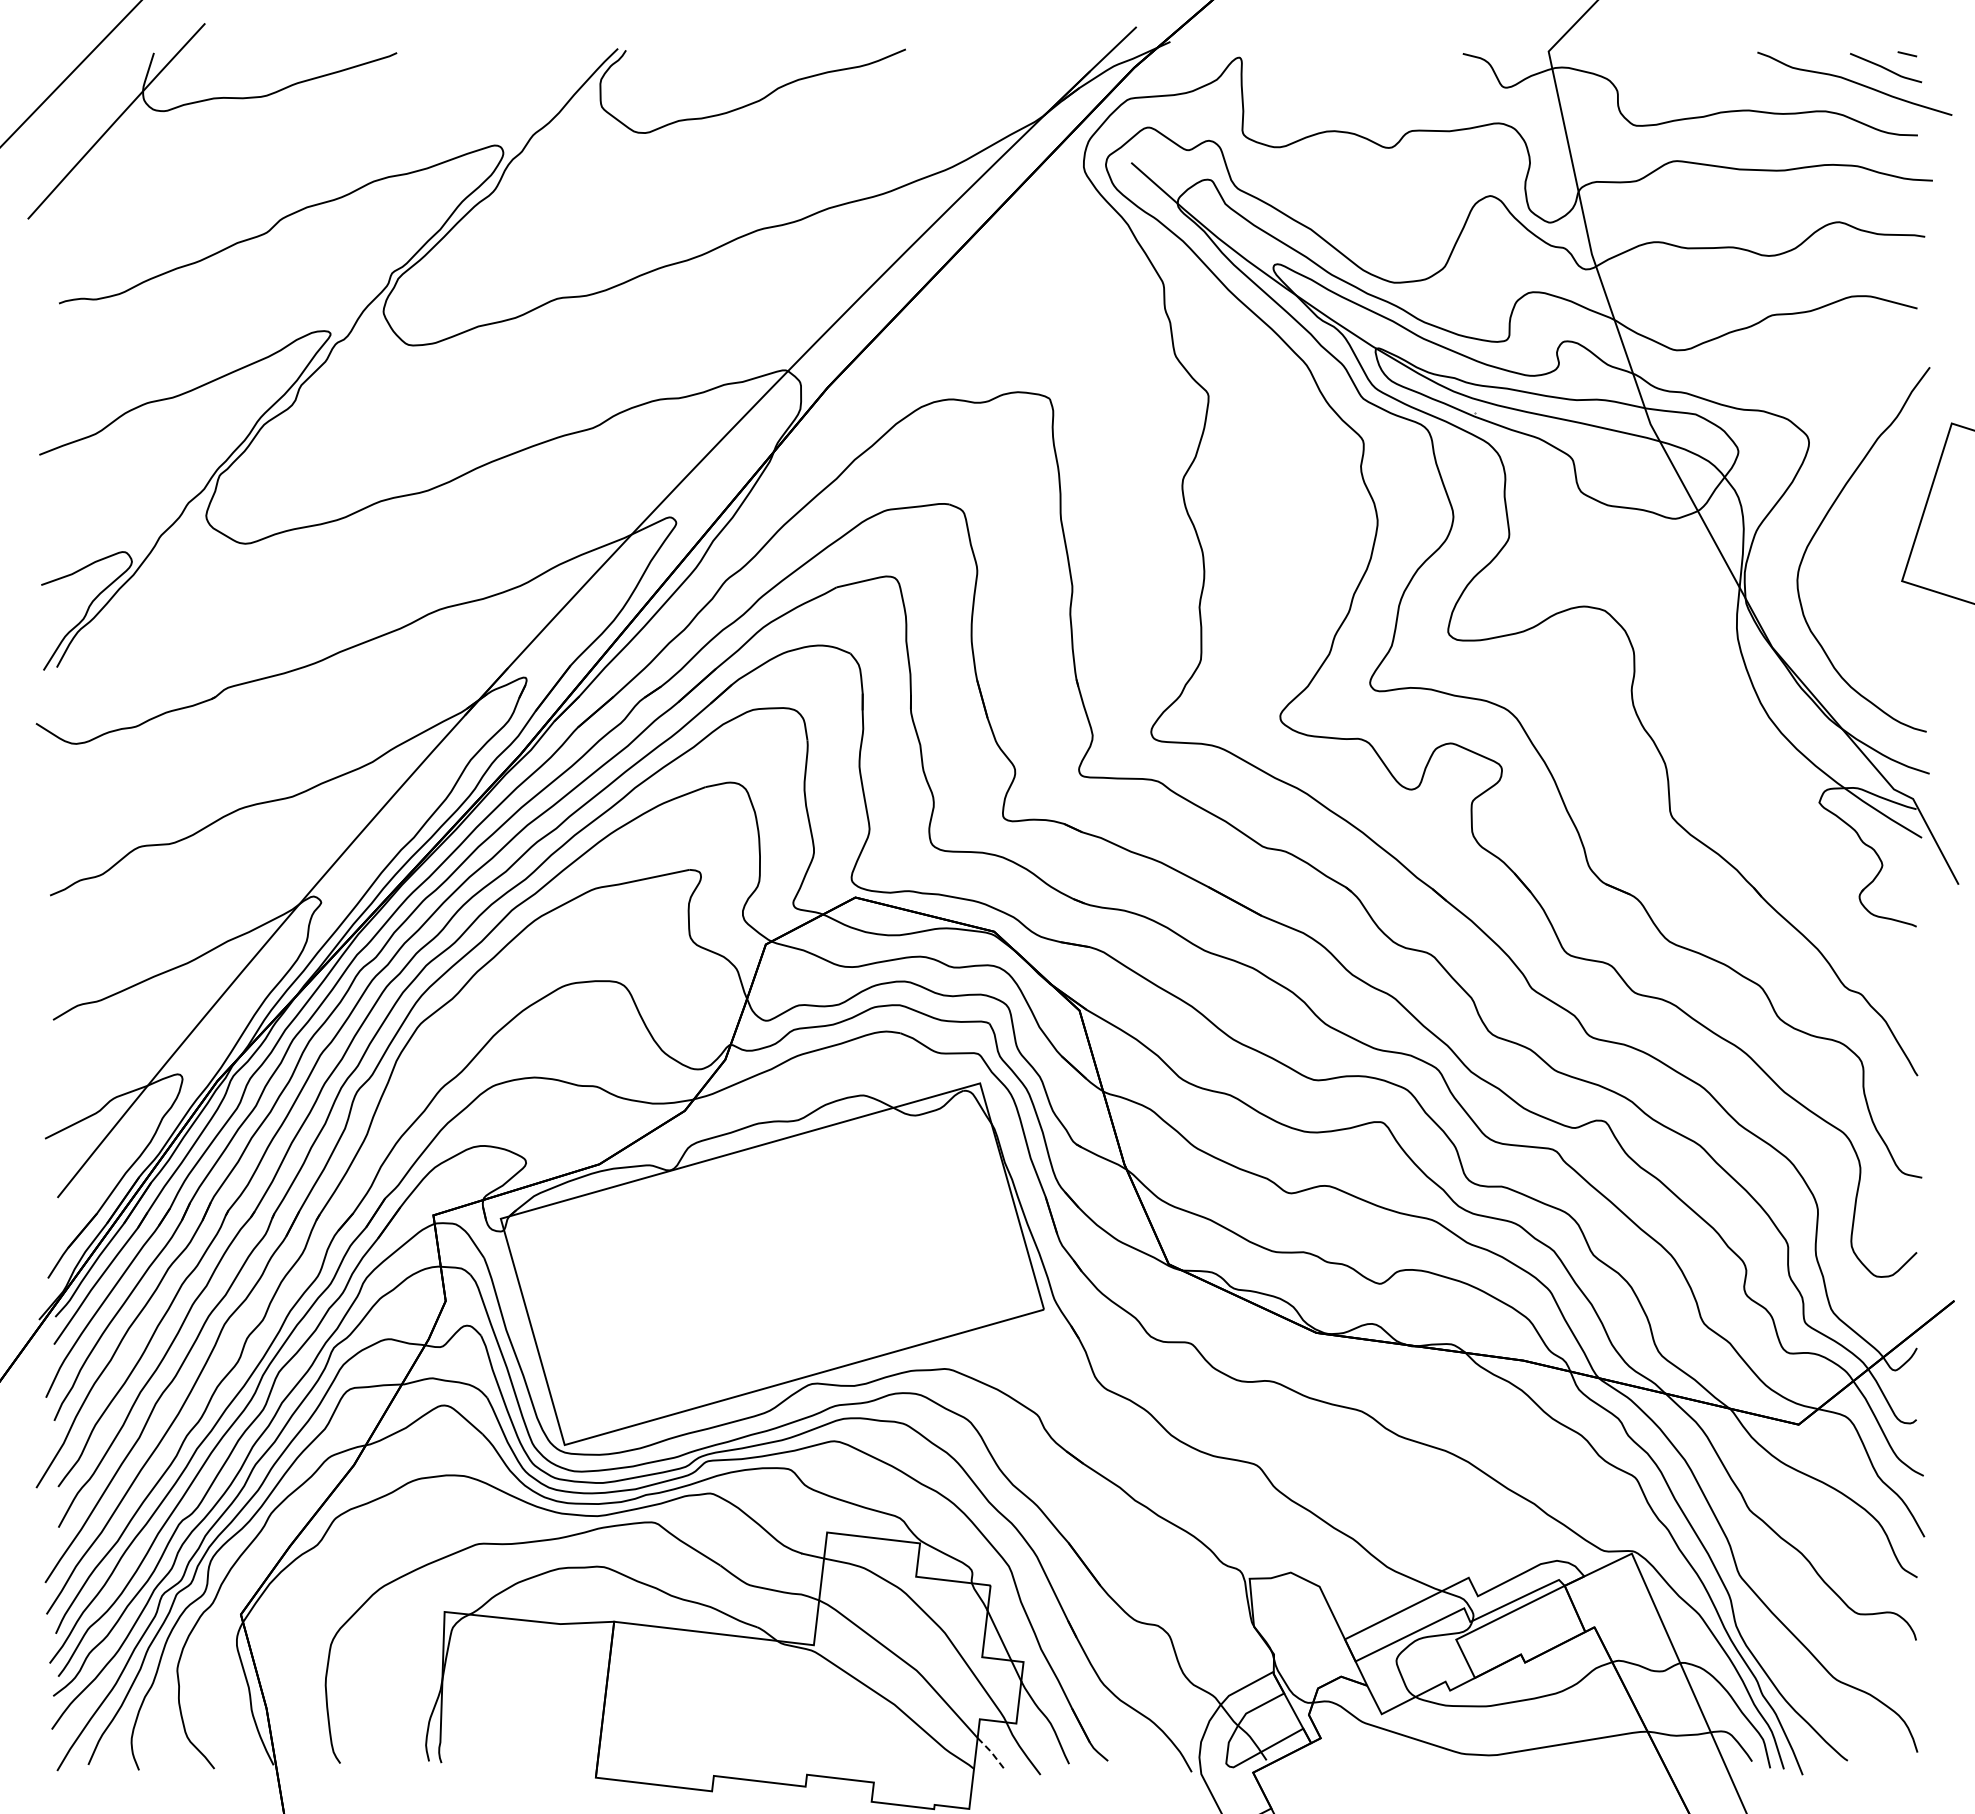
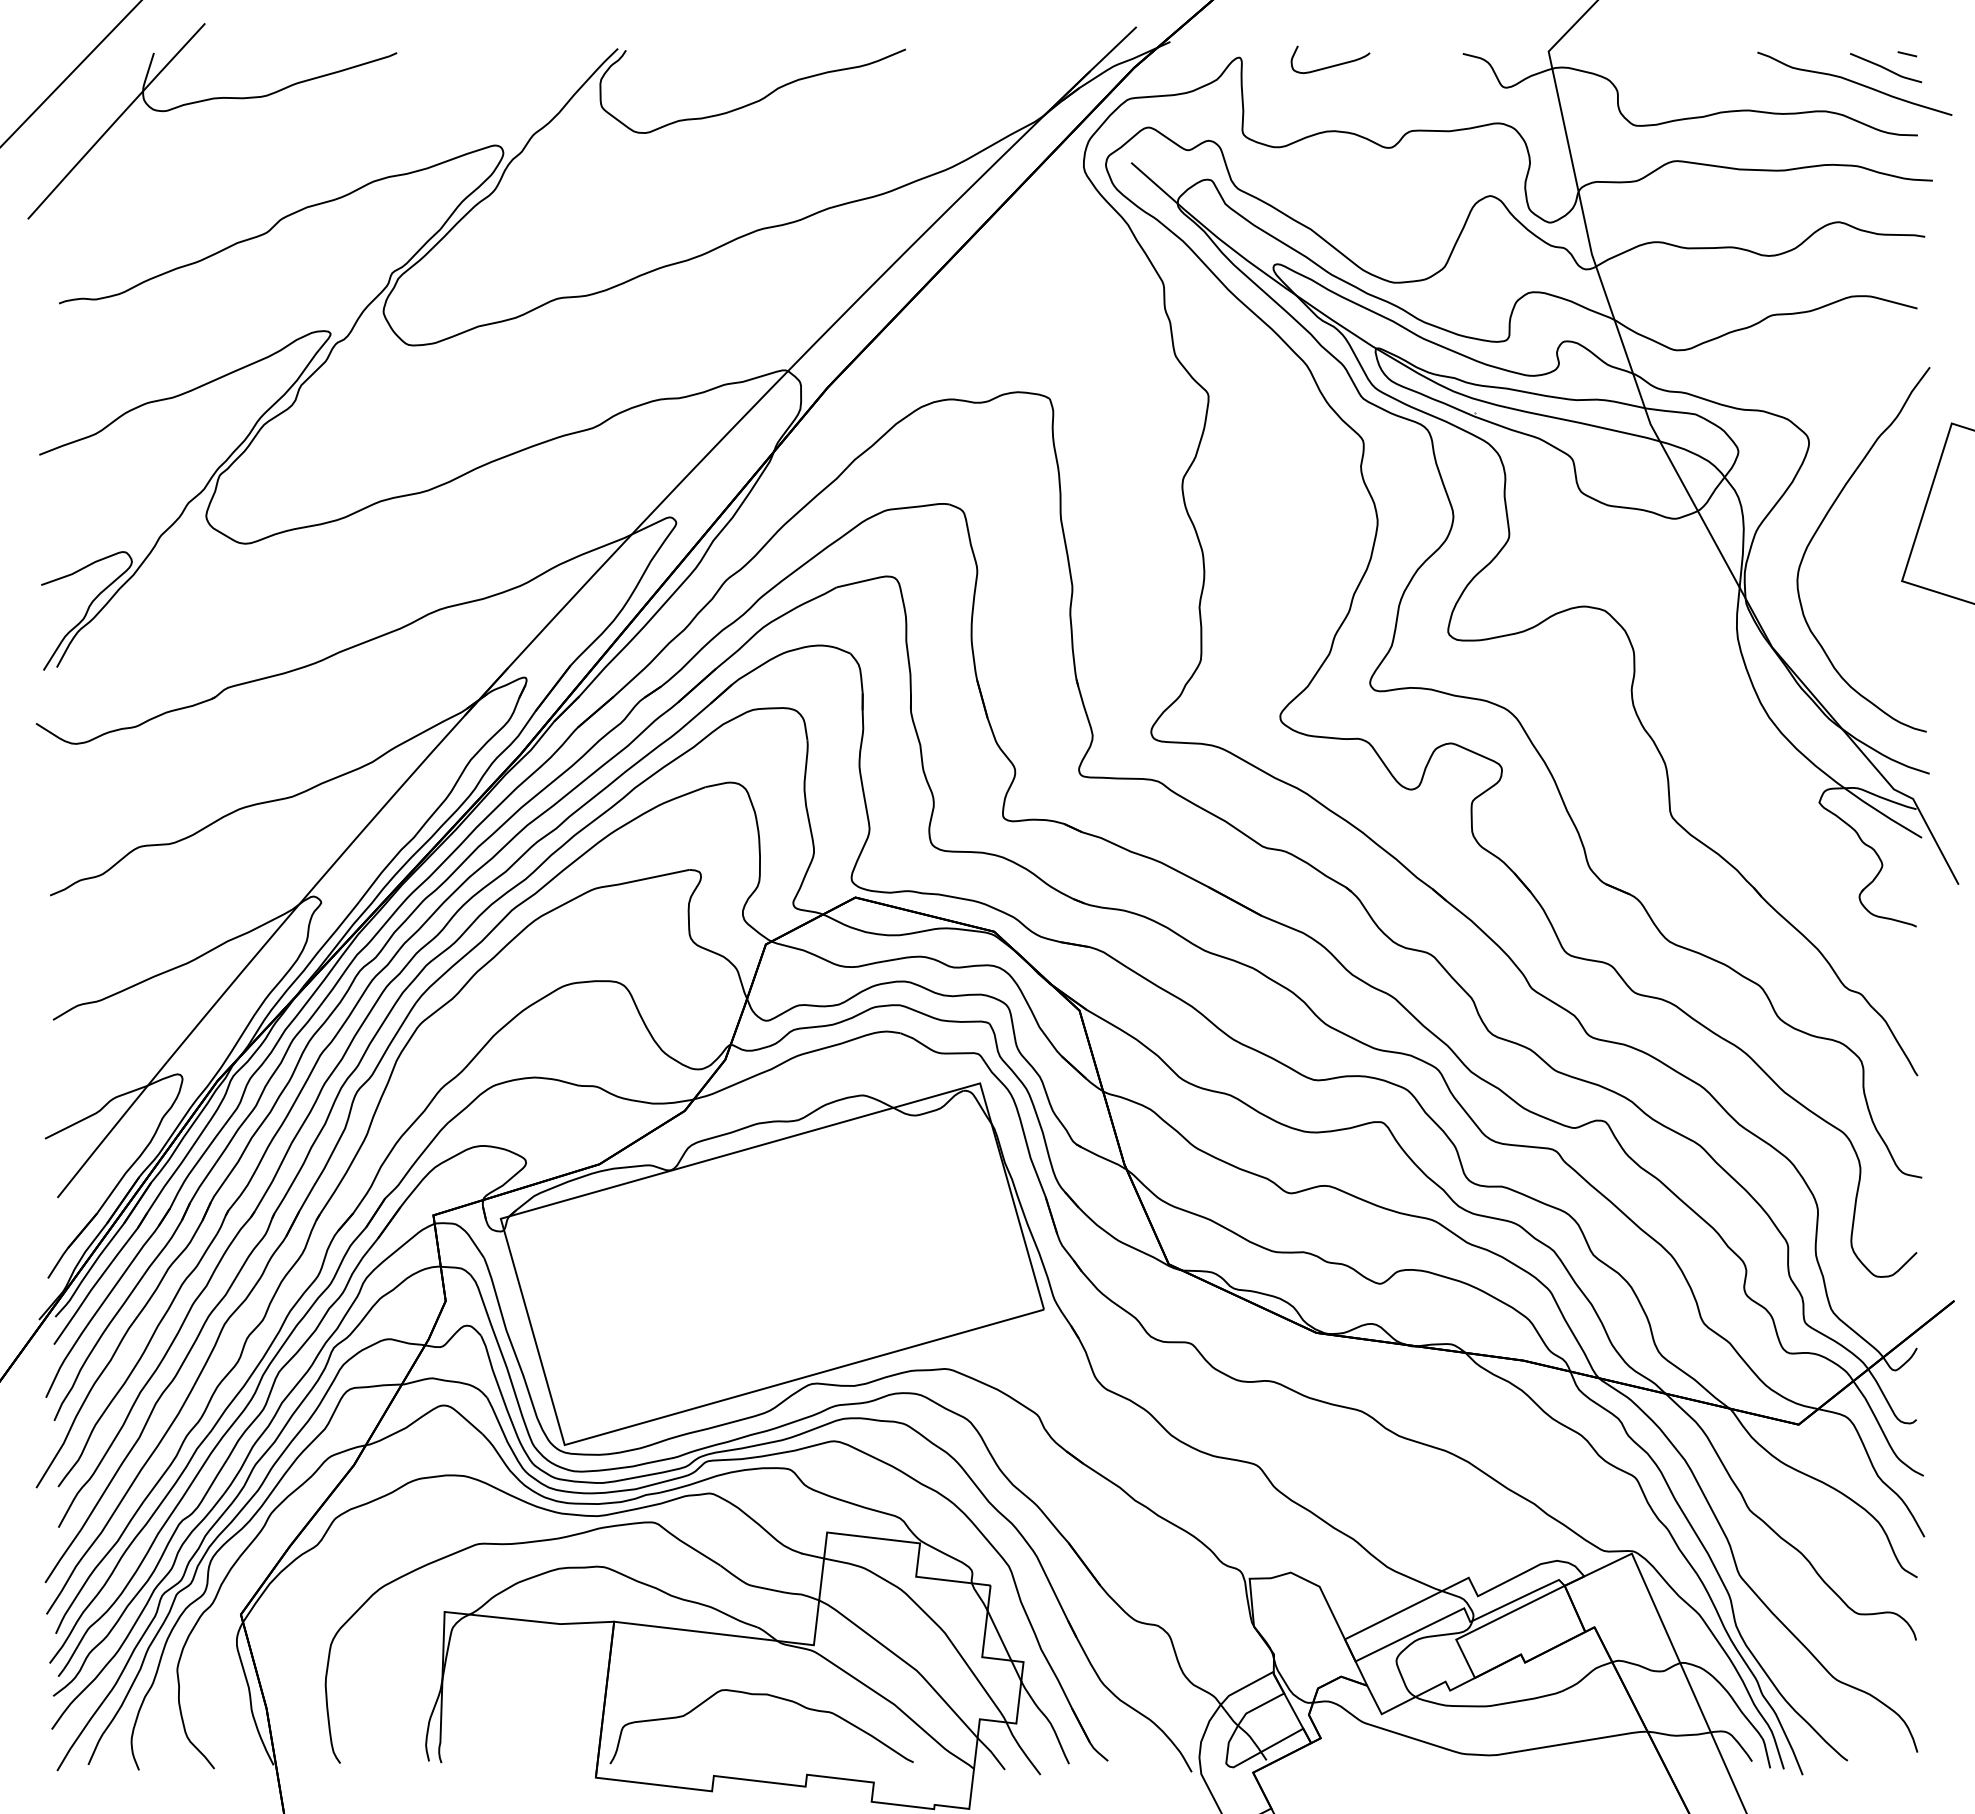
curve at (1331, 65): none -> present
curve at (761, 1695): none -> present
line at (991, 1752): dashed -> solid
